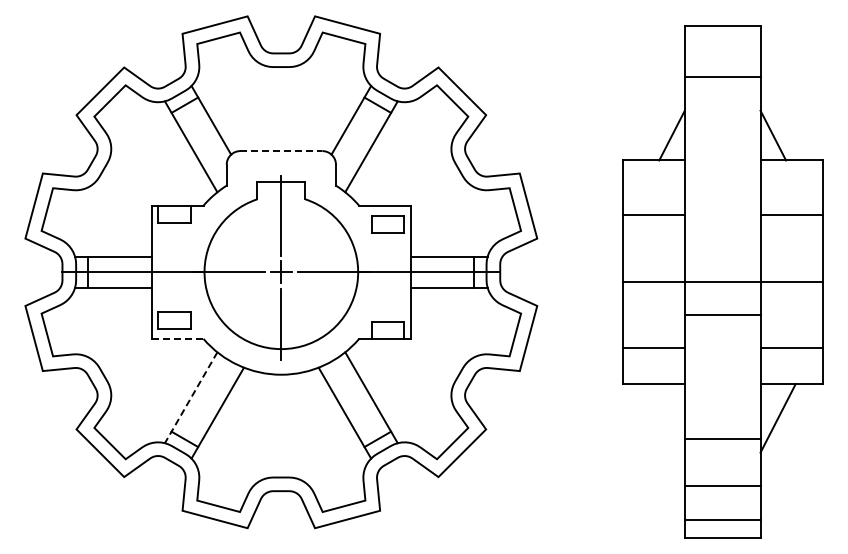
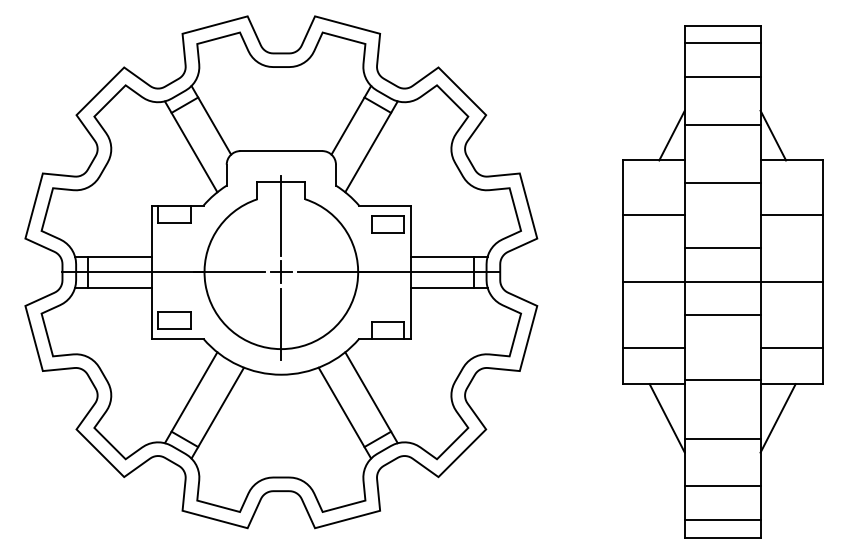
line at (722, 43): none -> present
line at (722, 124): none -> present
line at (281, 151): dashed -> solid
line at (722, 182): none -> present
line at (722, 248): none -> present
line at (177, 338): dashed -> solid
line at (722, 380): none -> present
line at (190, 398): dashed -> solid
line at (666, 418): none -> present
